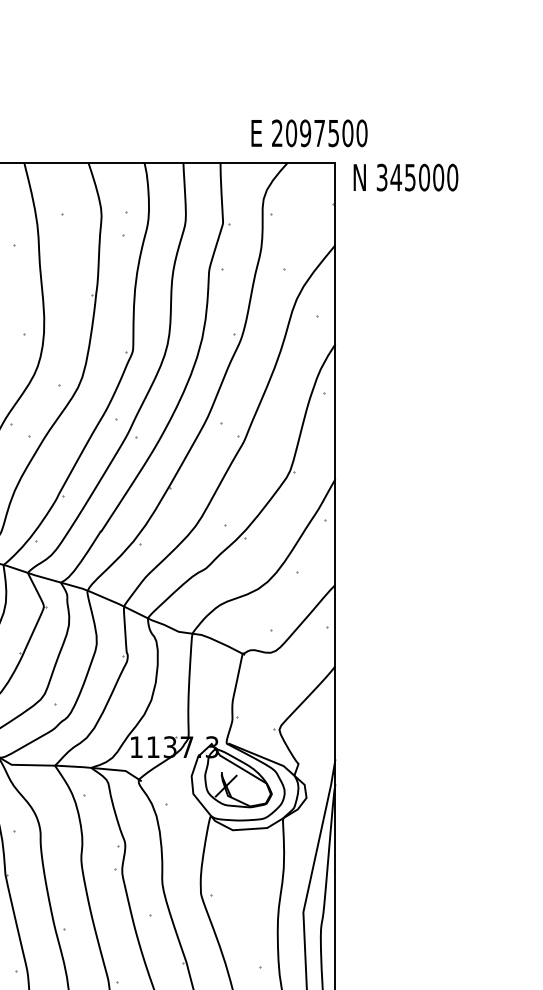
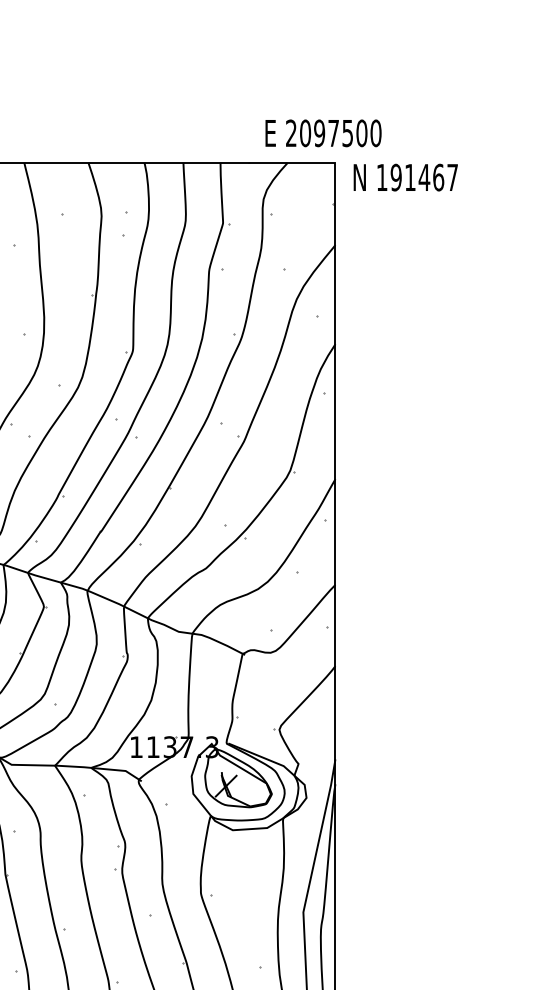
text at (309, 133) position: (309, 133) -> (323, 133)
text at (417, 177): 345000 -> 191467
